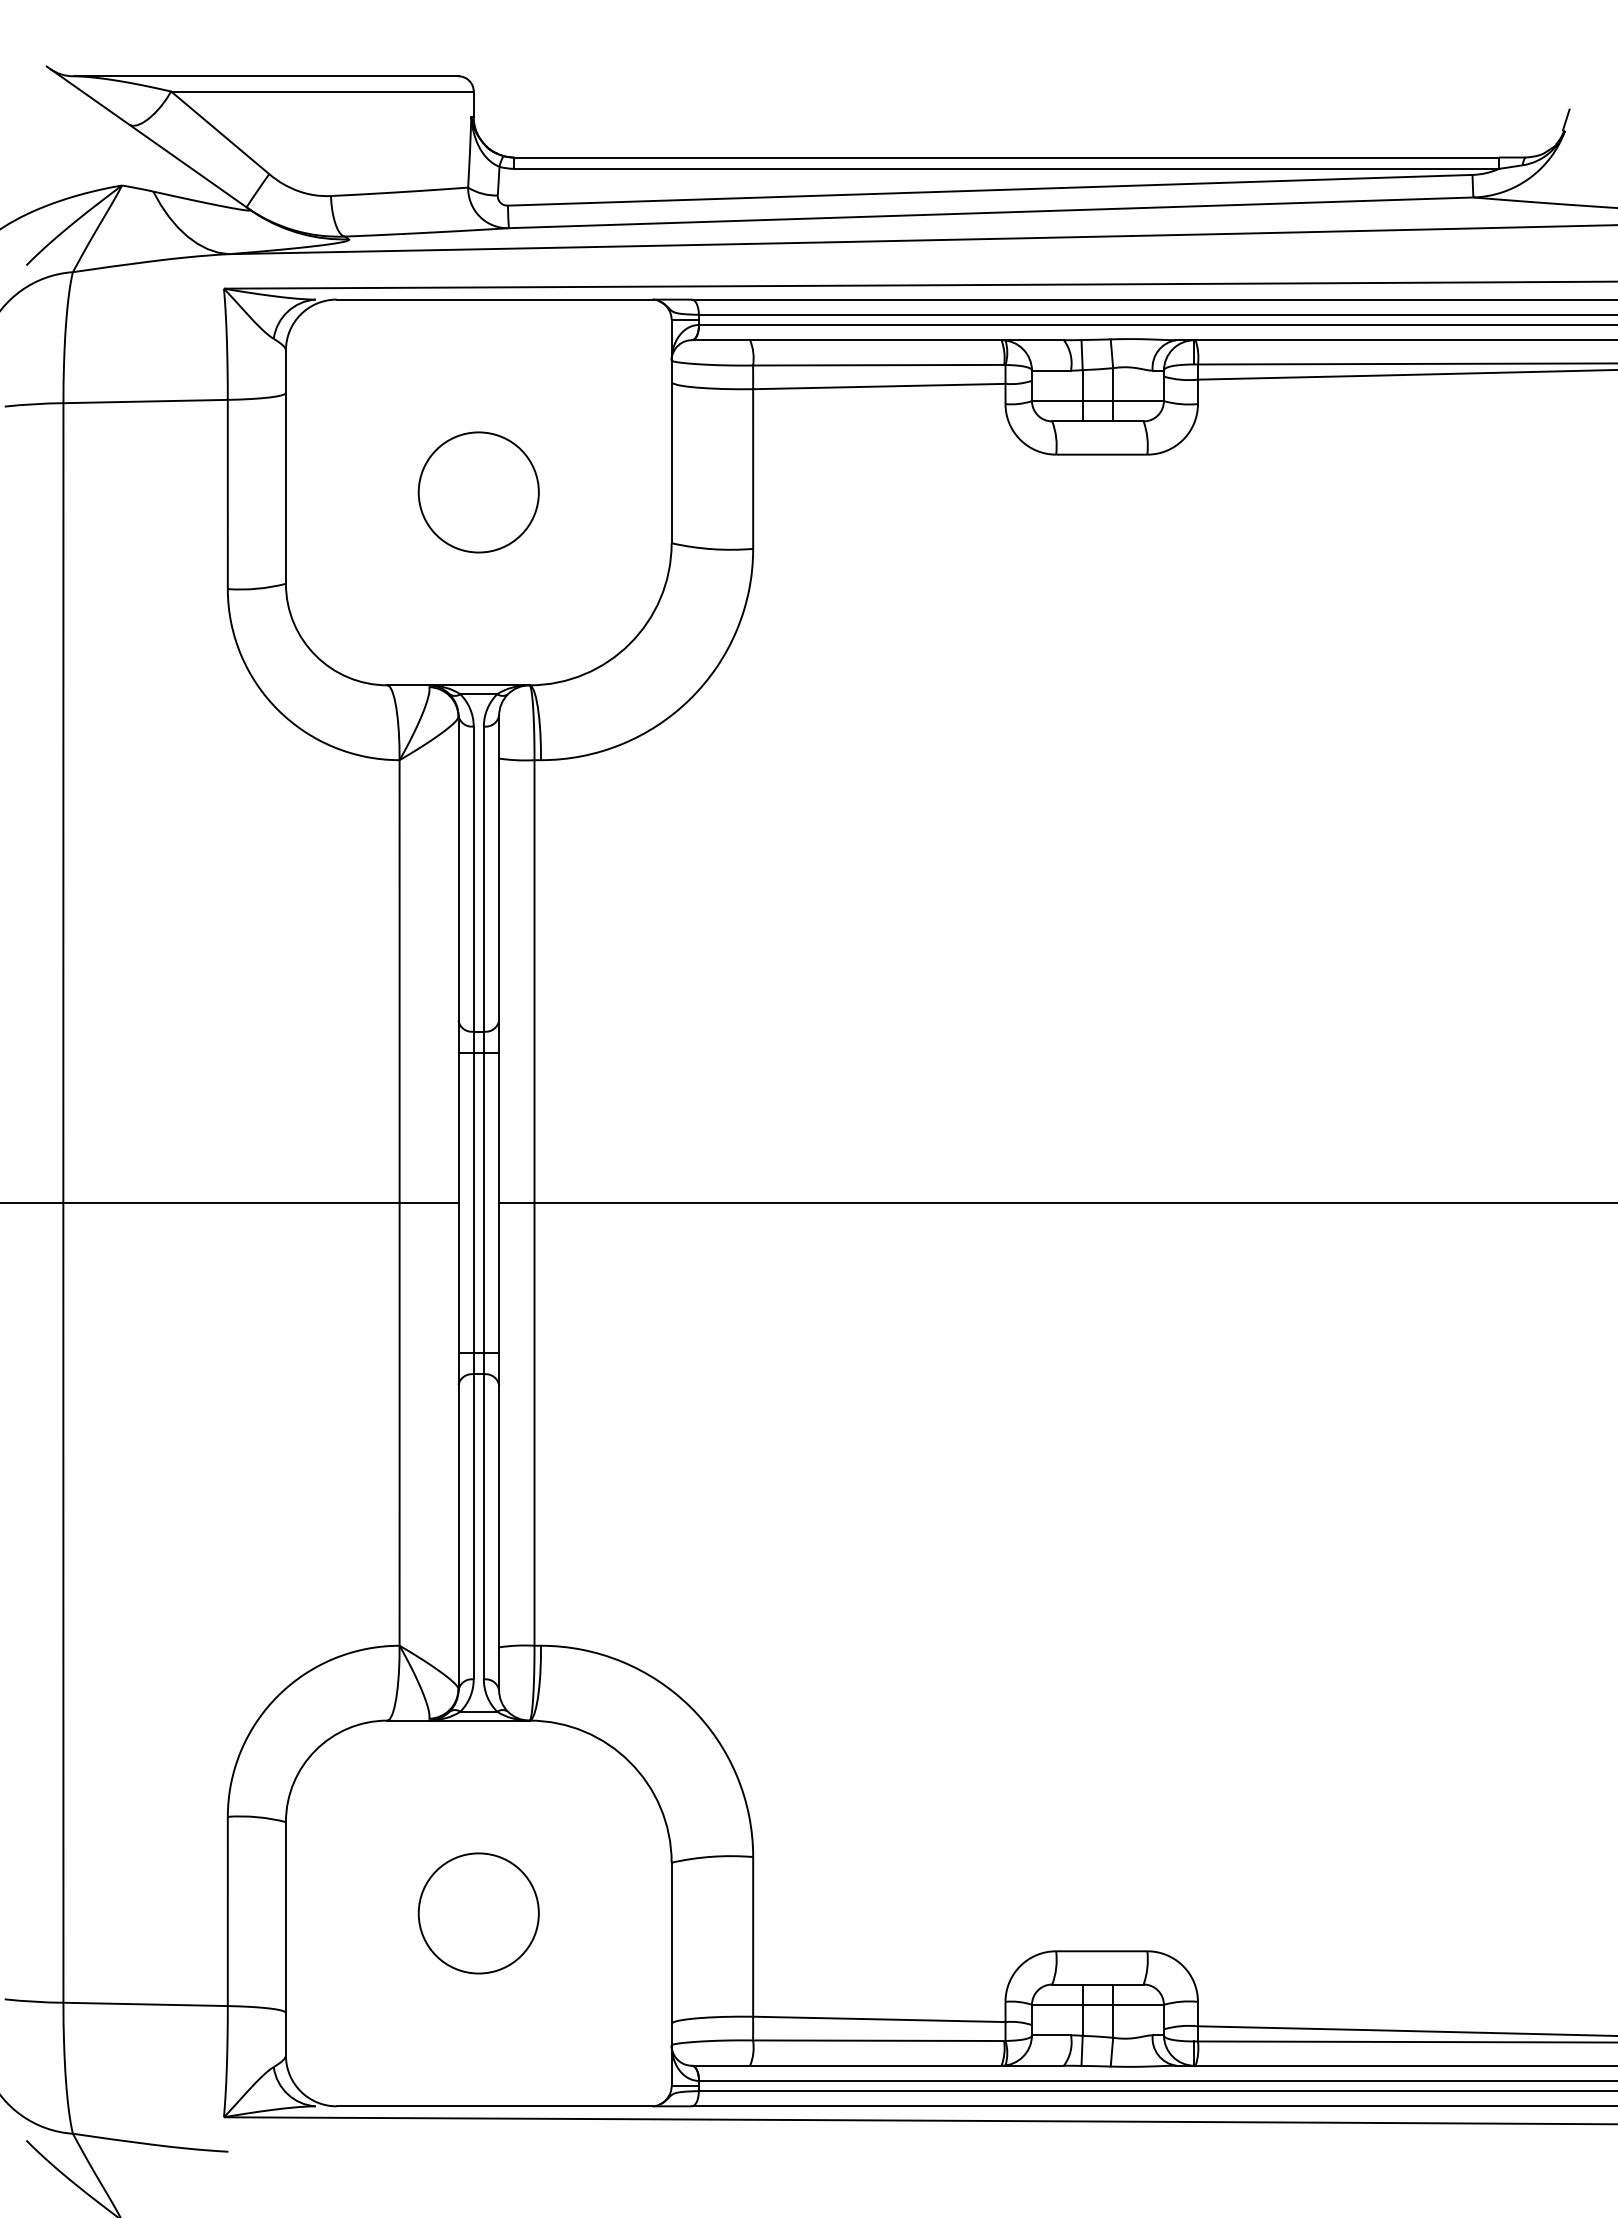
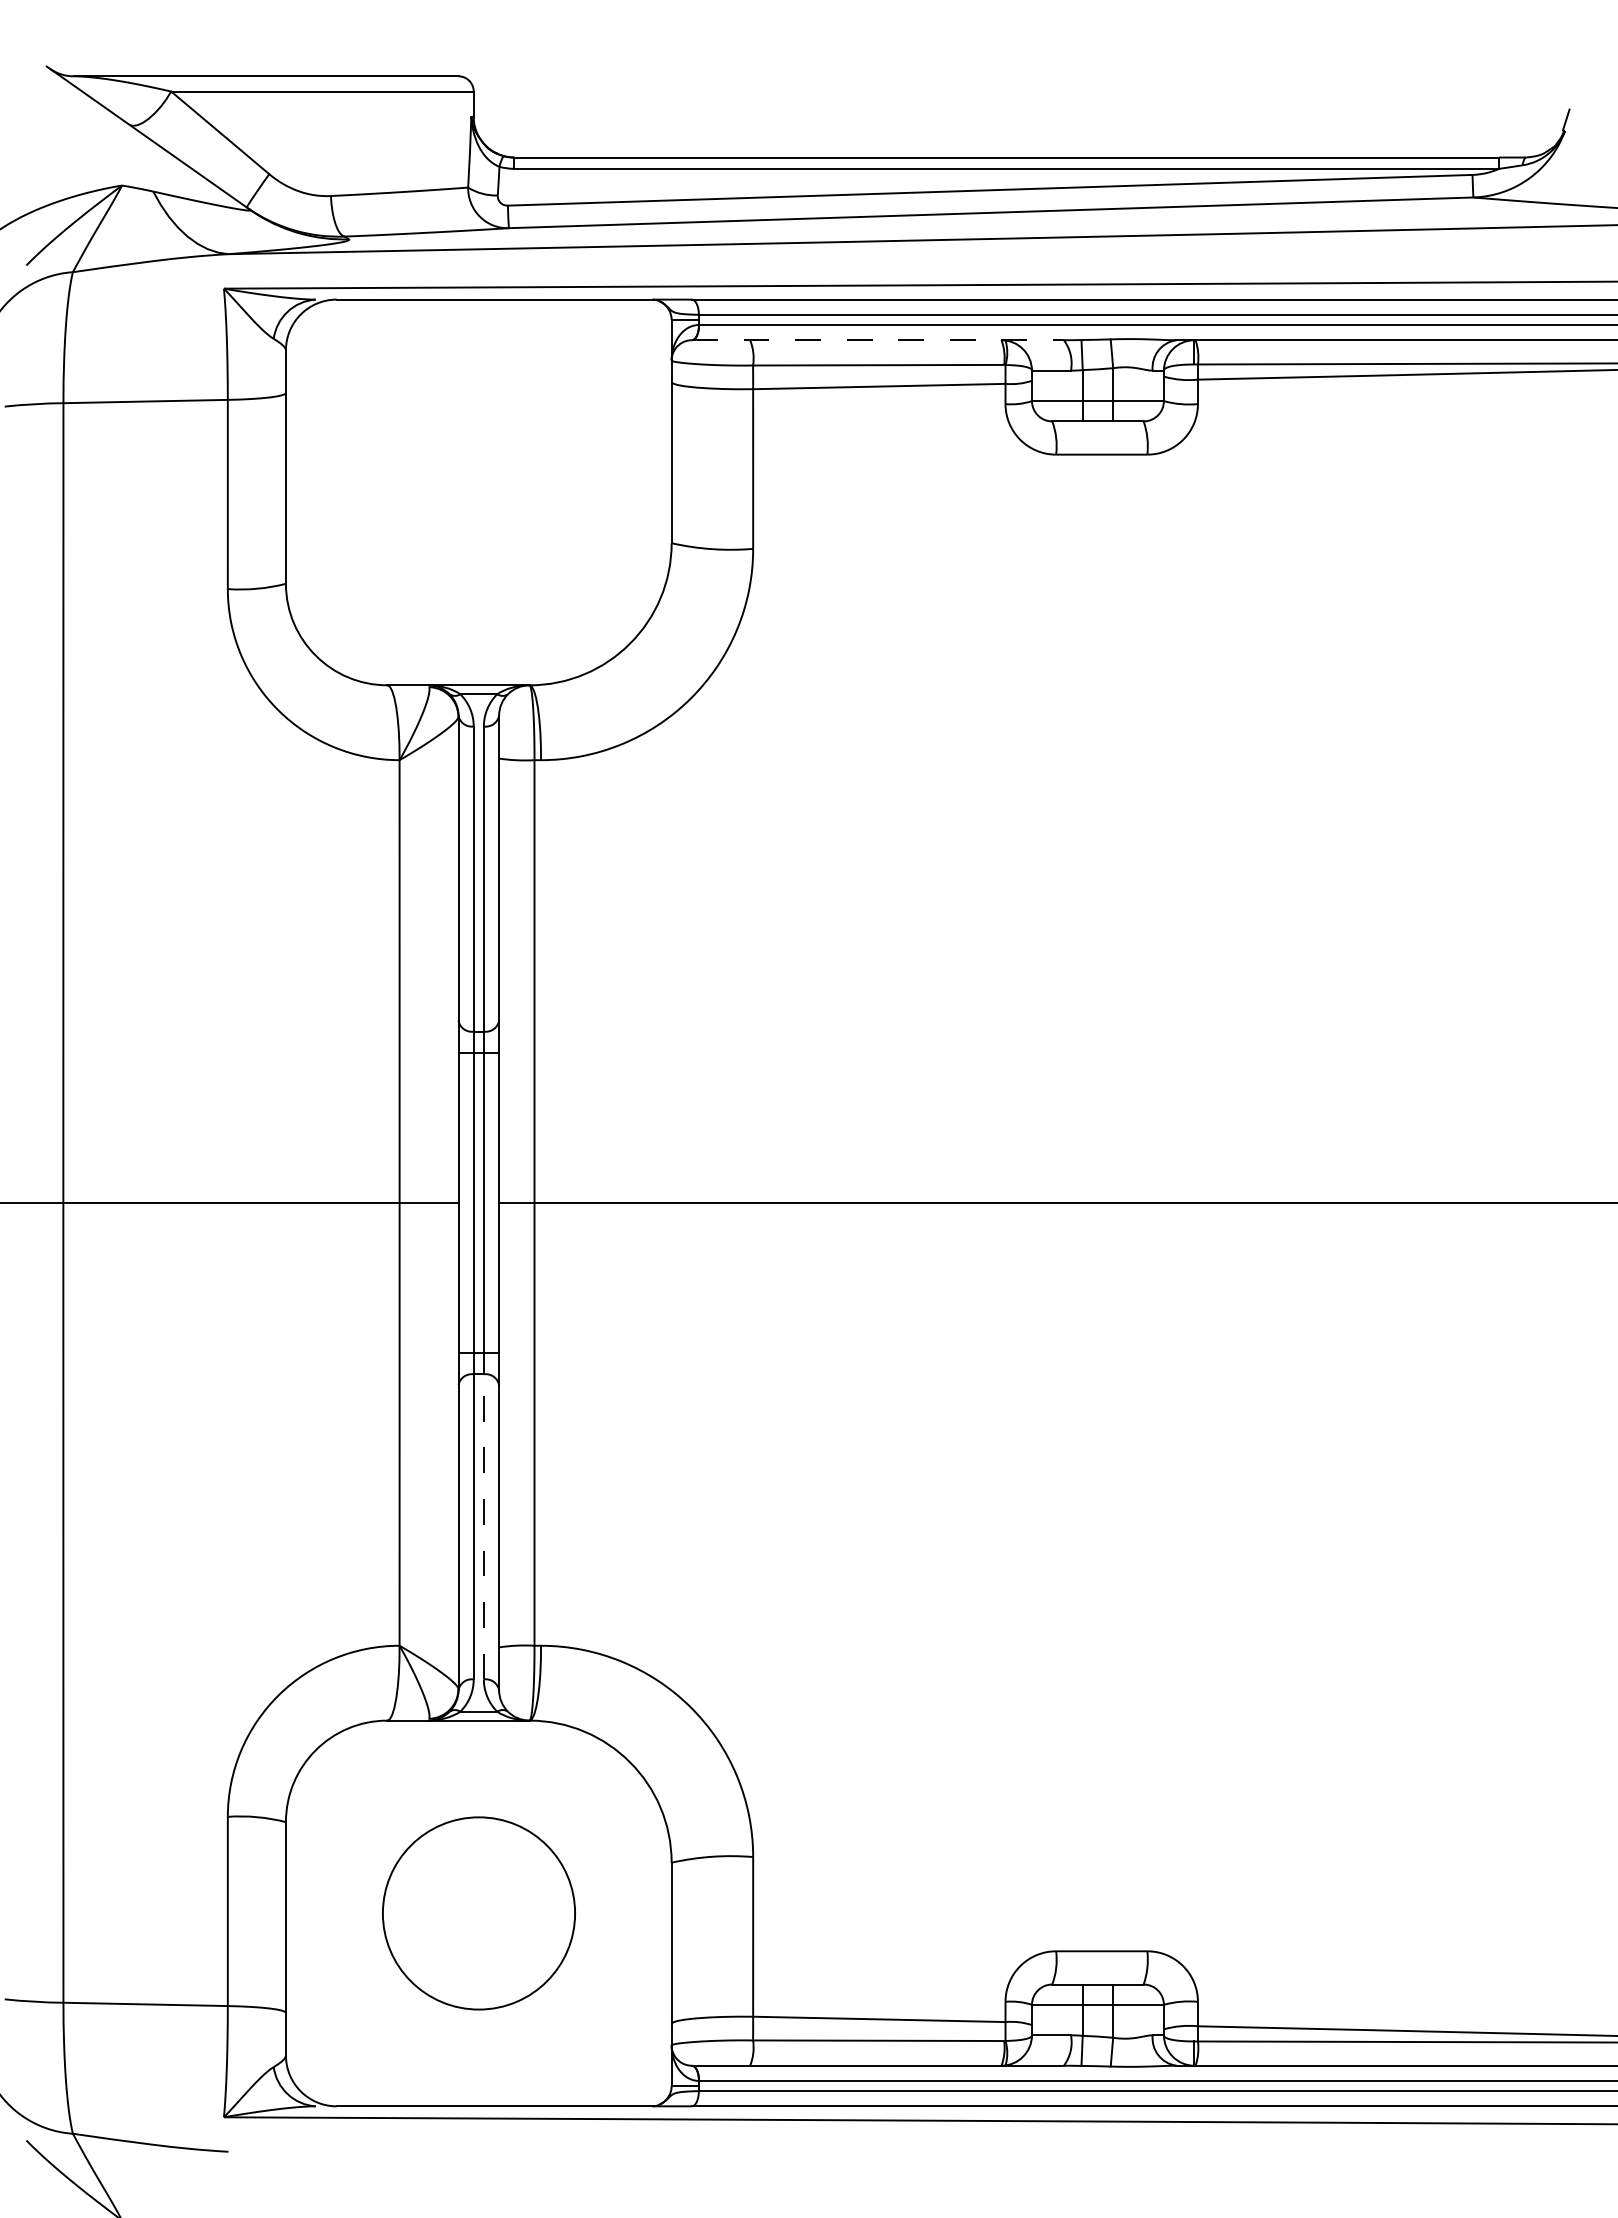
line at (877, 340): solid -> dashed
circle at (478, 492): present -> none
line at (483, 1526): solid -> dashed
circle at (478, 1913) size: 123x123 px -> 194x195 px
